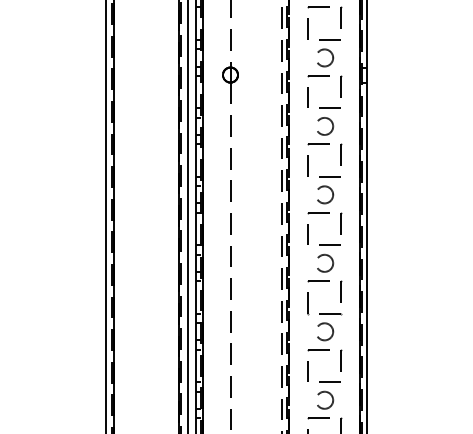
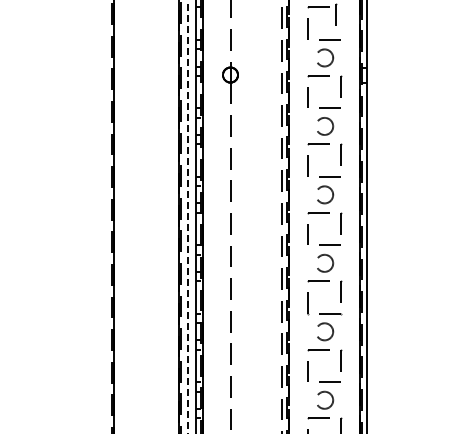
line at (341, 17) position: (341, 17) -> (336, 14)
line at (105, 216): present -> none
line at (187, 216): solid -> dashed
